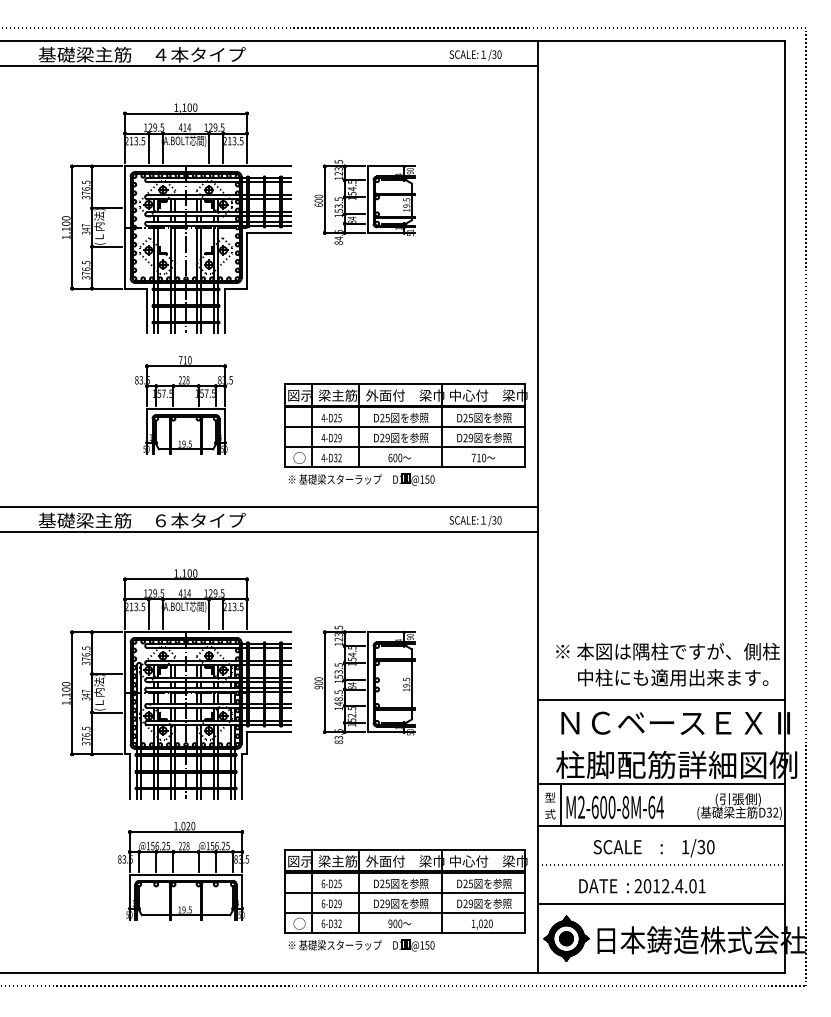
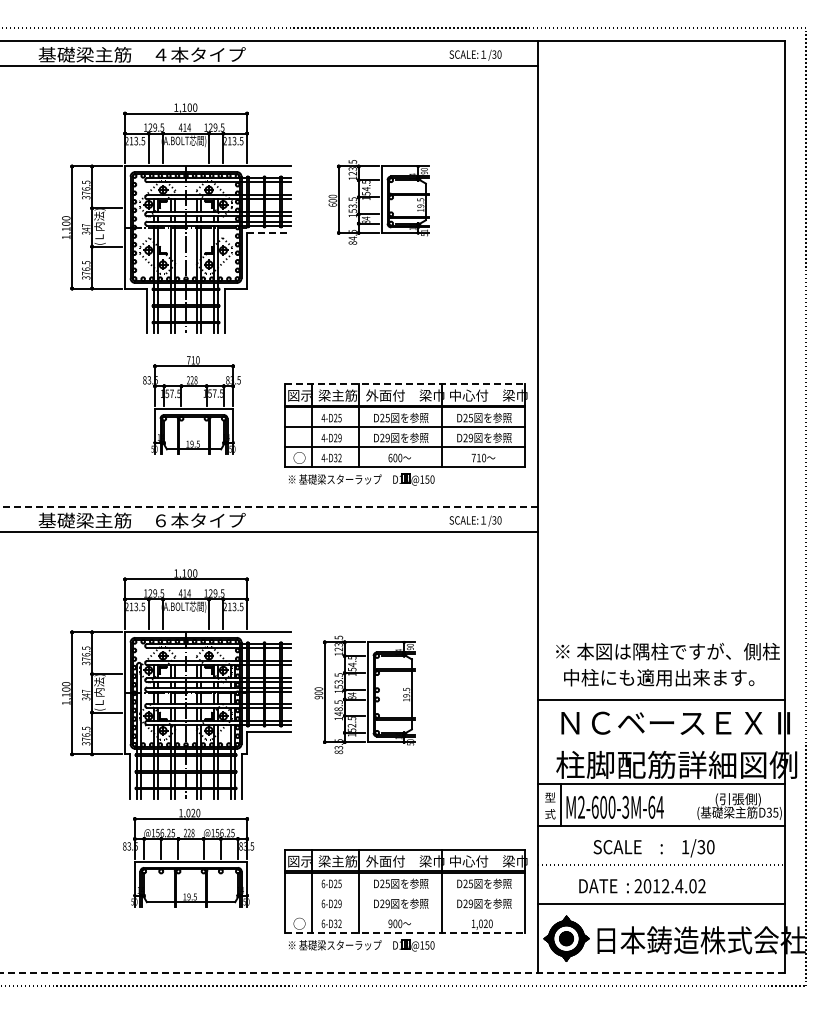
part at (364, 202) position: (364, 202) -> (378, 202)
line at (269, 232): solid -> dashed
line at (405, 384): solid -> dashed
part at (183, 405) position: (183, 405) -> (191, 405)
line at (268, 507): solid -> dashed
text at (673, 677) position: (673, 677) -> (659, 677)
part at (364, 684) position: (364, 684) -> (364, 694)
text at (625, 807): M2-600-8M-64 -> M2-600-3M-64
text at (775, 812): D32) -> D35)
part at (183, 870) position: (183, 870) -> (188, 857)
text at (701, 886): 2012.4.01 -> 2012.4.02
line at (405, 893): present -> none
line at (405, 913): present -> none
line at (405, 933): solid -> dashed
line at (392, 972): solid -> dashed
